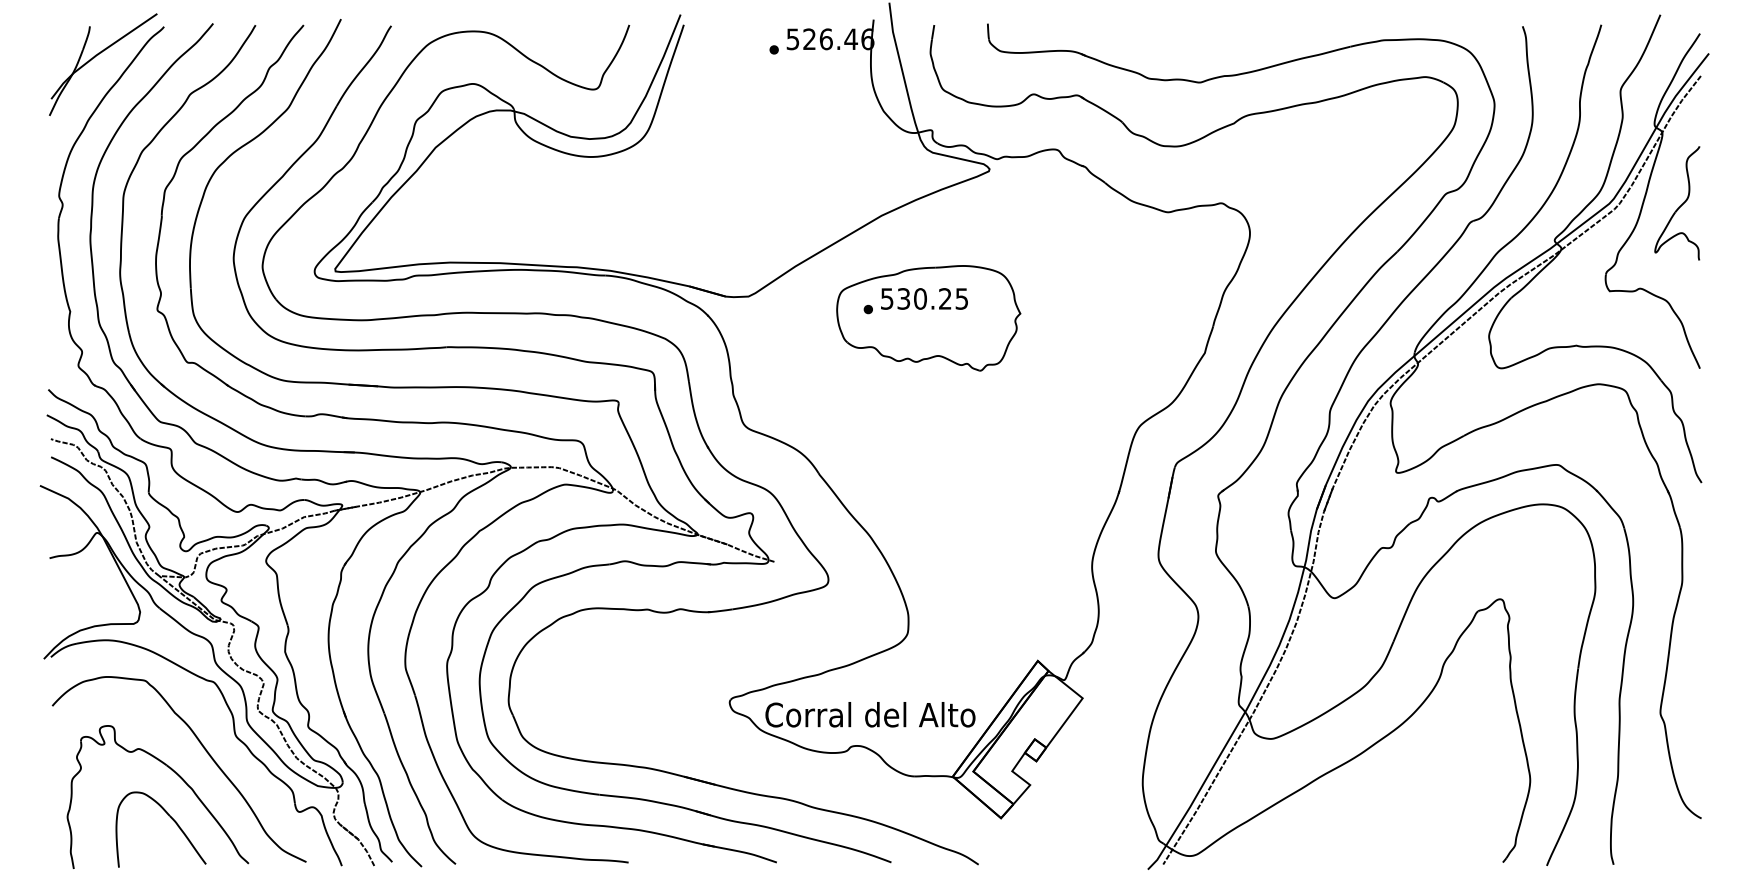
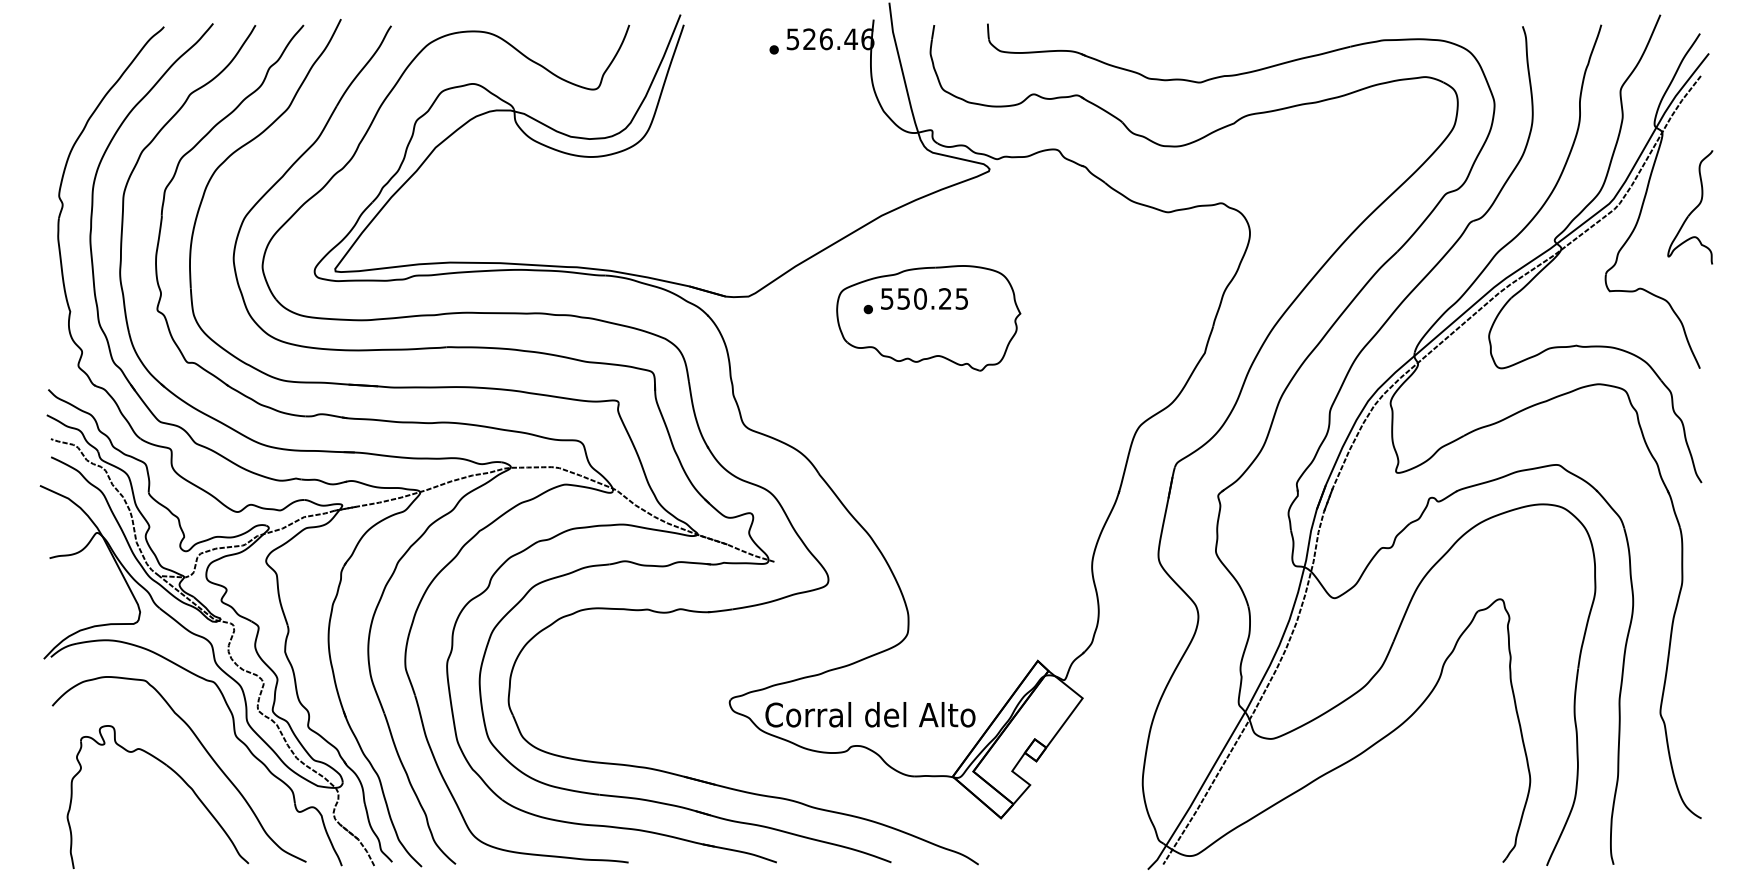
part at (98, 55): present -> none
part at (1677, 203) position: (1677, 203) -> (1690, 207)
text at (904, 298): 530.25 -> 550.25
part at (170, 818): present -> none
